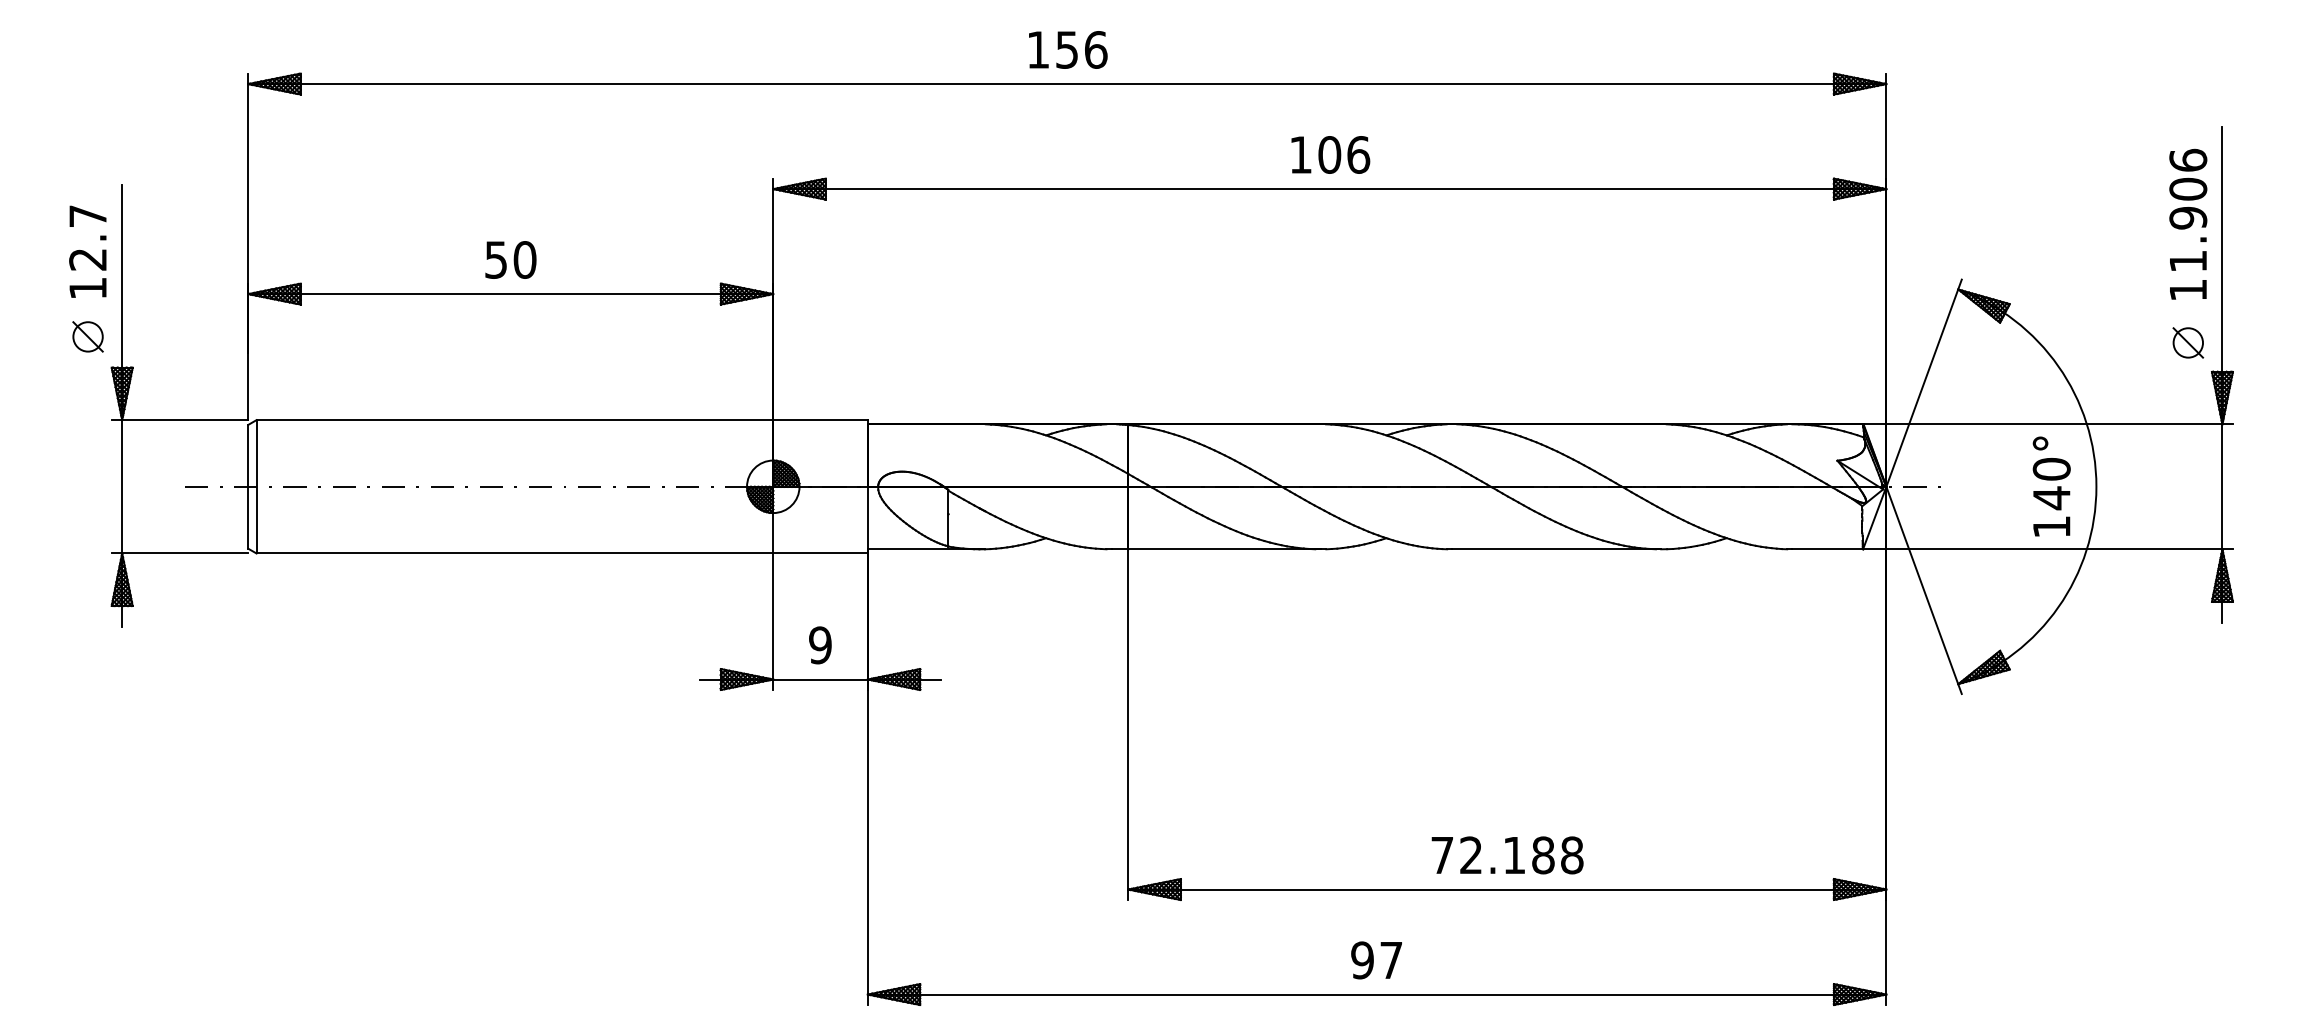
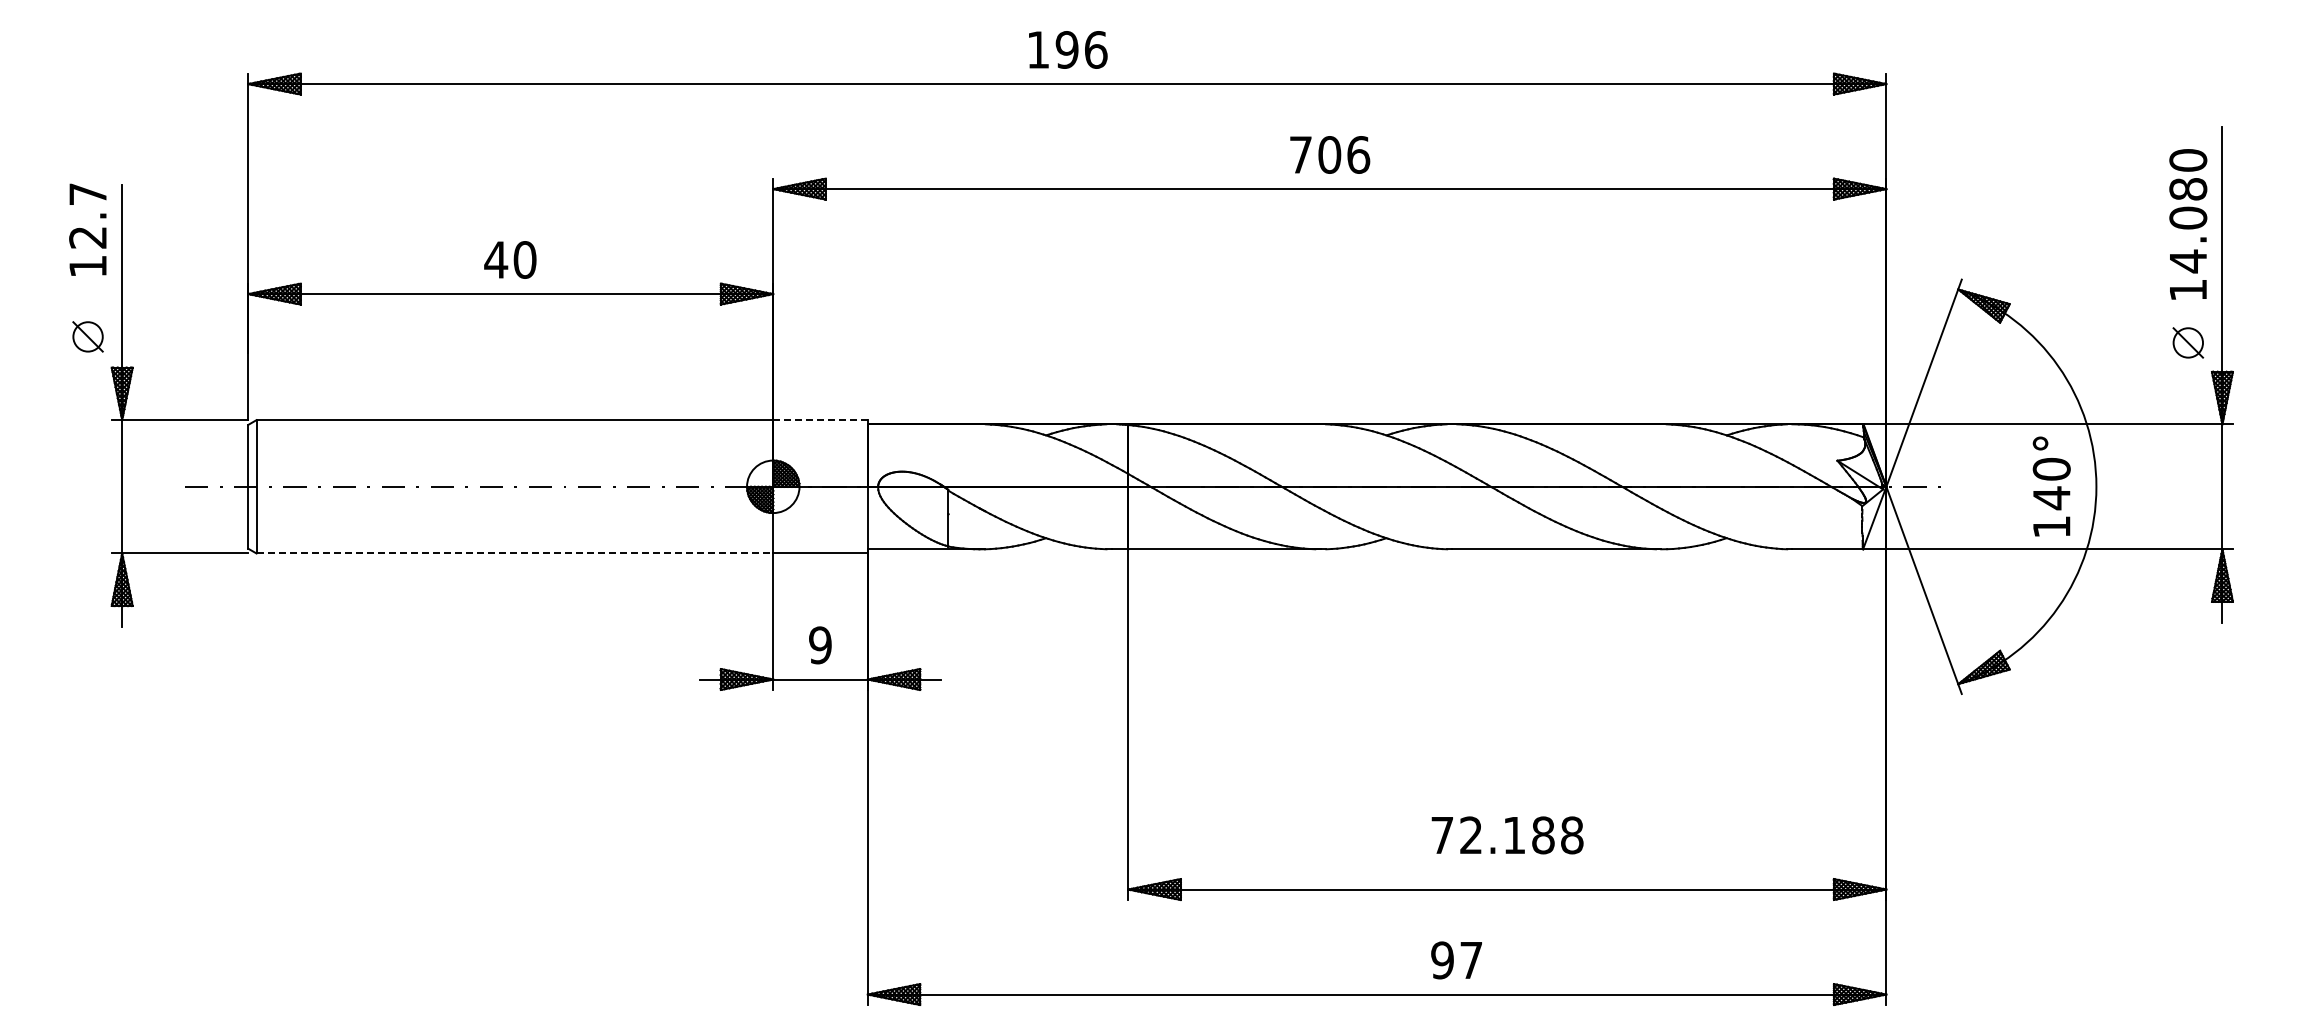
text at (1066, 49): 156 -> 196
text at (1300, 154): 106 -> 706
text at (2188, 210): 11.906 -> 14.080
text at (87, 251) position: (87, 251) -> (87, 229)
text at (496, 259): 50 -> 40
line at (821, 420): solid -> dashed
line at (515, 553): solid -> dashed
text at (1507, 855) position: (1507, 855) -> (1507, 835)
text at (1376, 960) position: (1376, 960) -> (1456, 960)
